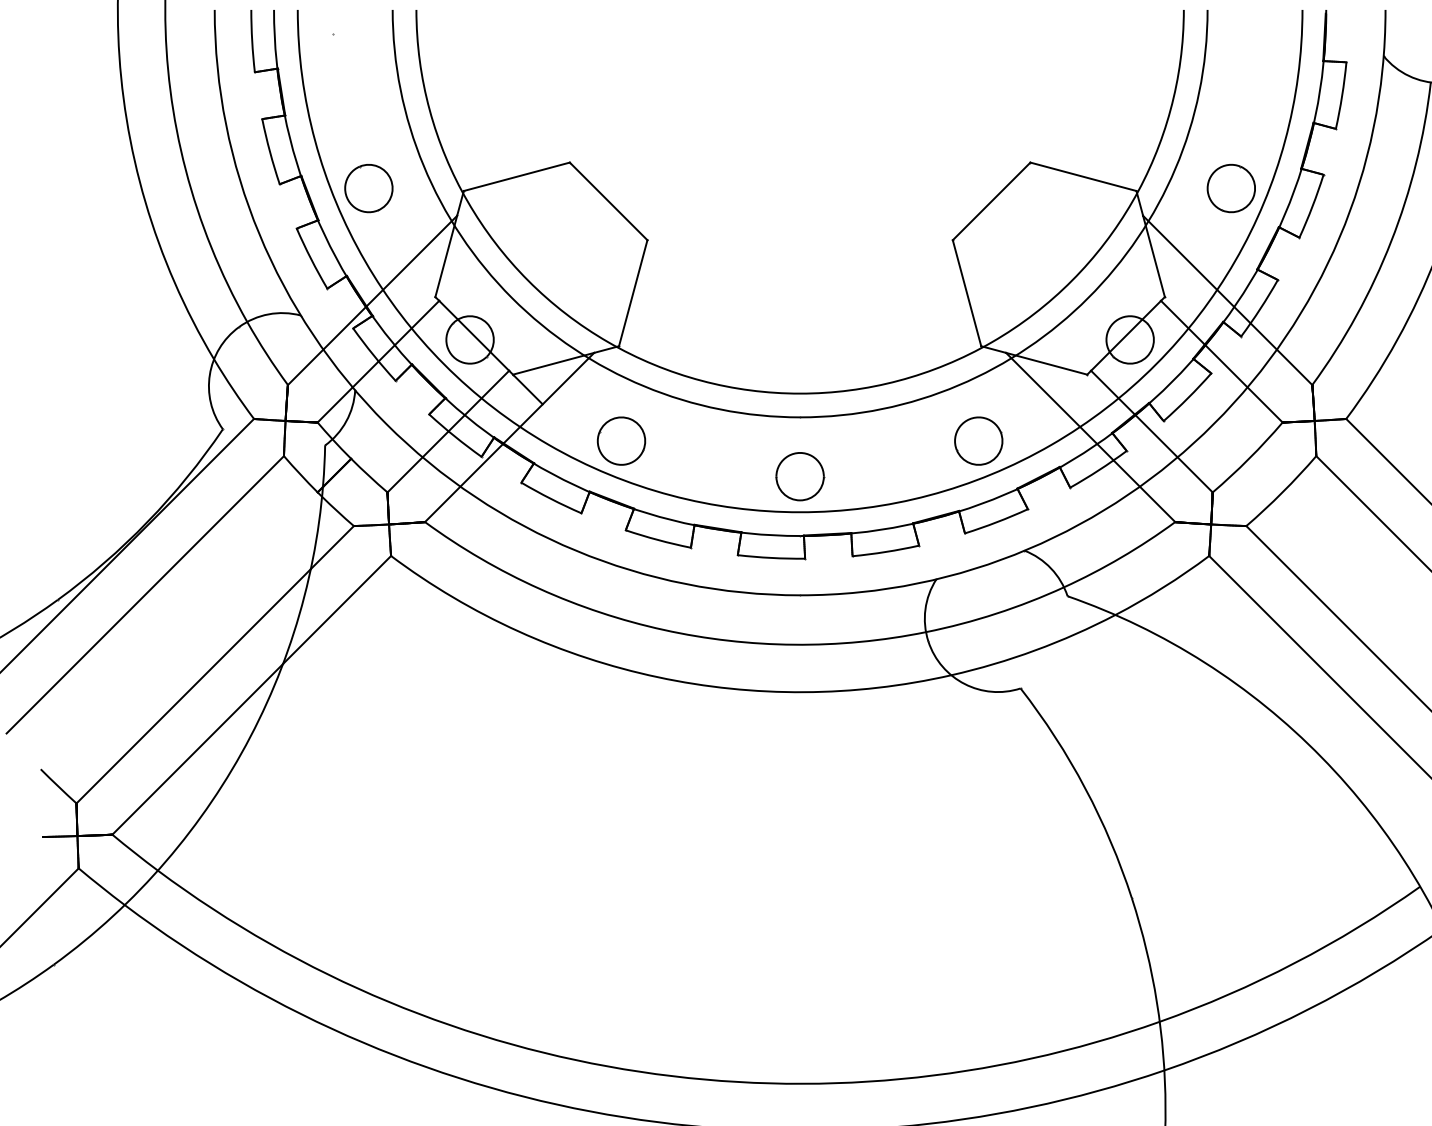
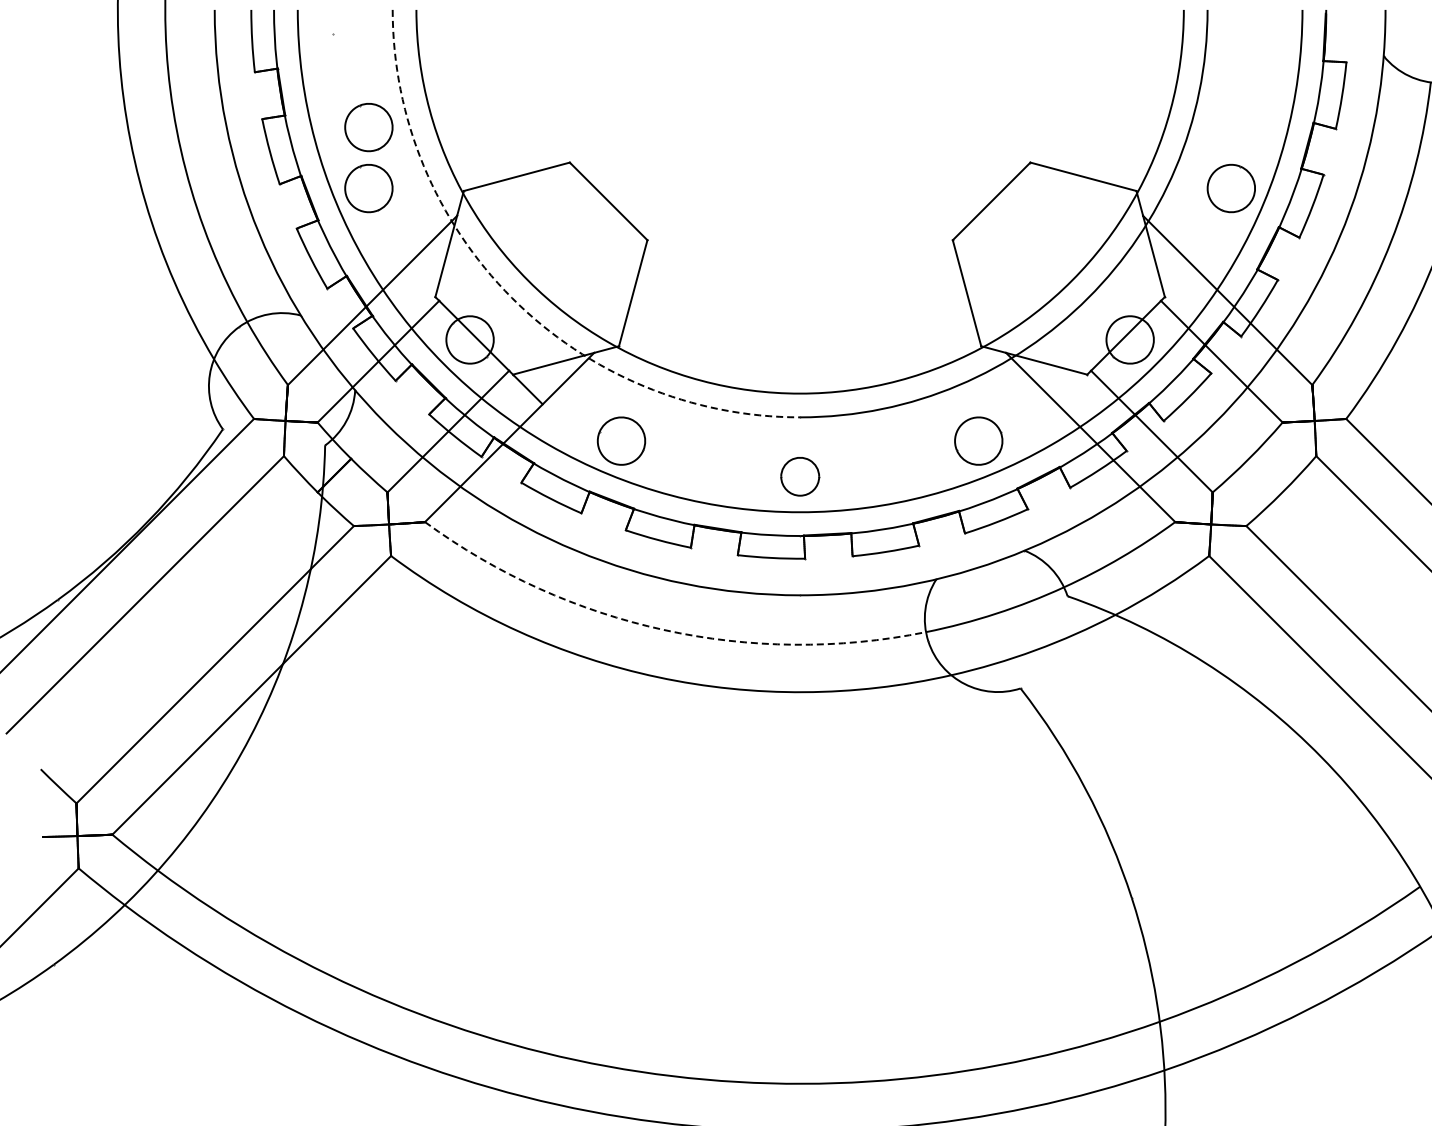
part at (368, 127): none -> present
arc at (512, 298): solid -> dashed
part at (800, 476) size: 51x50 px -> 41x40 px
arc at (663, 629): solid -> dashed
